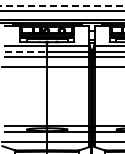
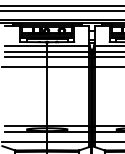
line at (61, 5): dashed -> solid
line at (26, 52): dashed -> solid
